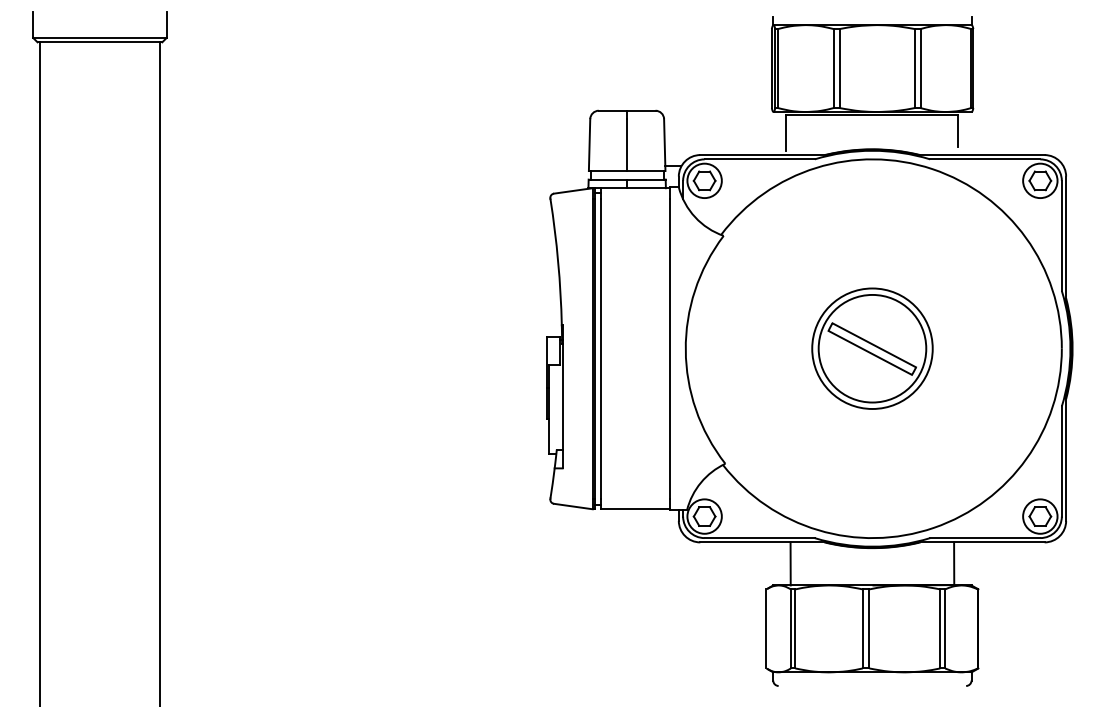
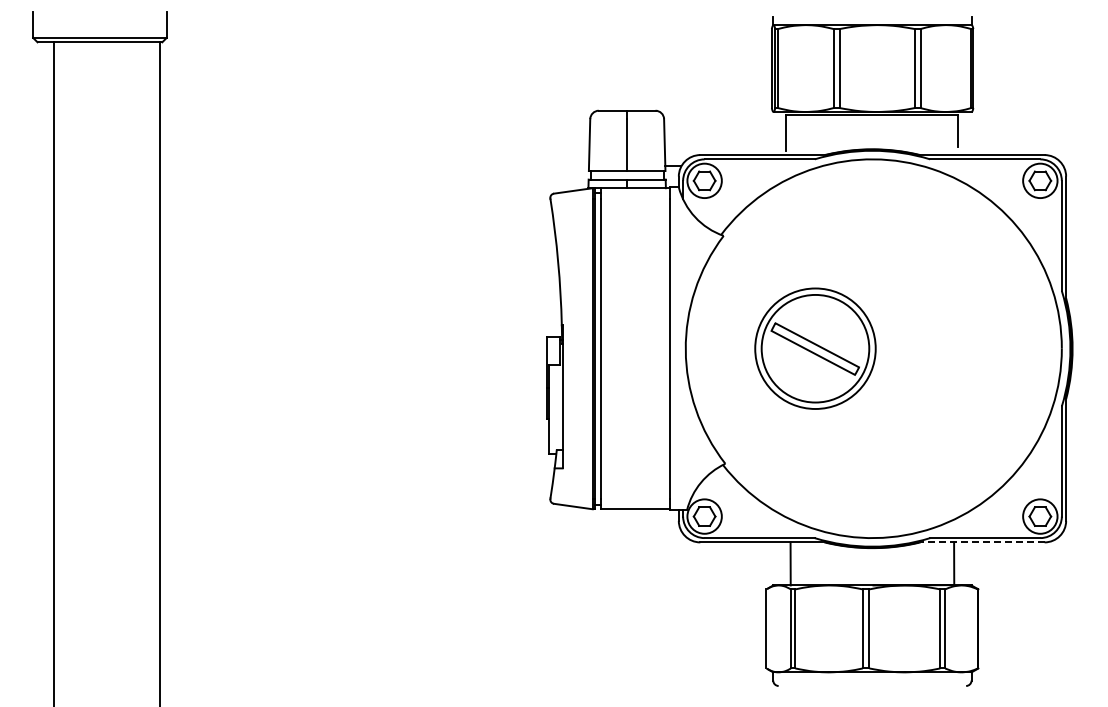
part at (872, 348) position: (872, 348) -> (815, 348)
line at (40, 372) position: (40, 372) -> (54, 372)
line at (981, 542): solid -> dashed
